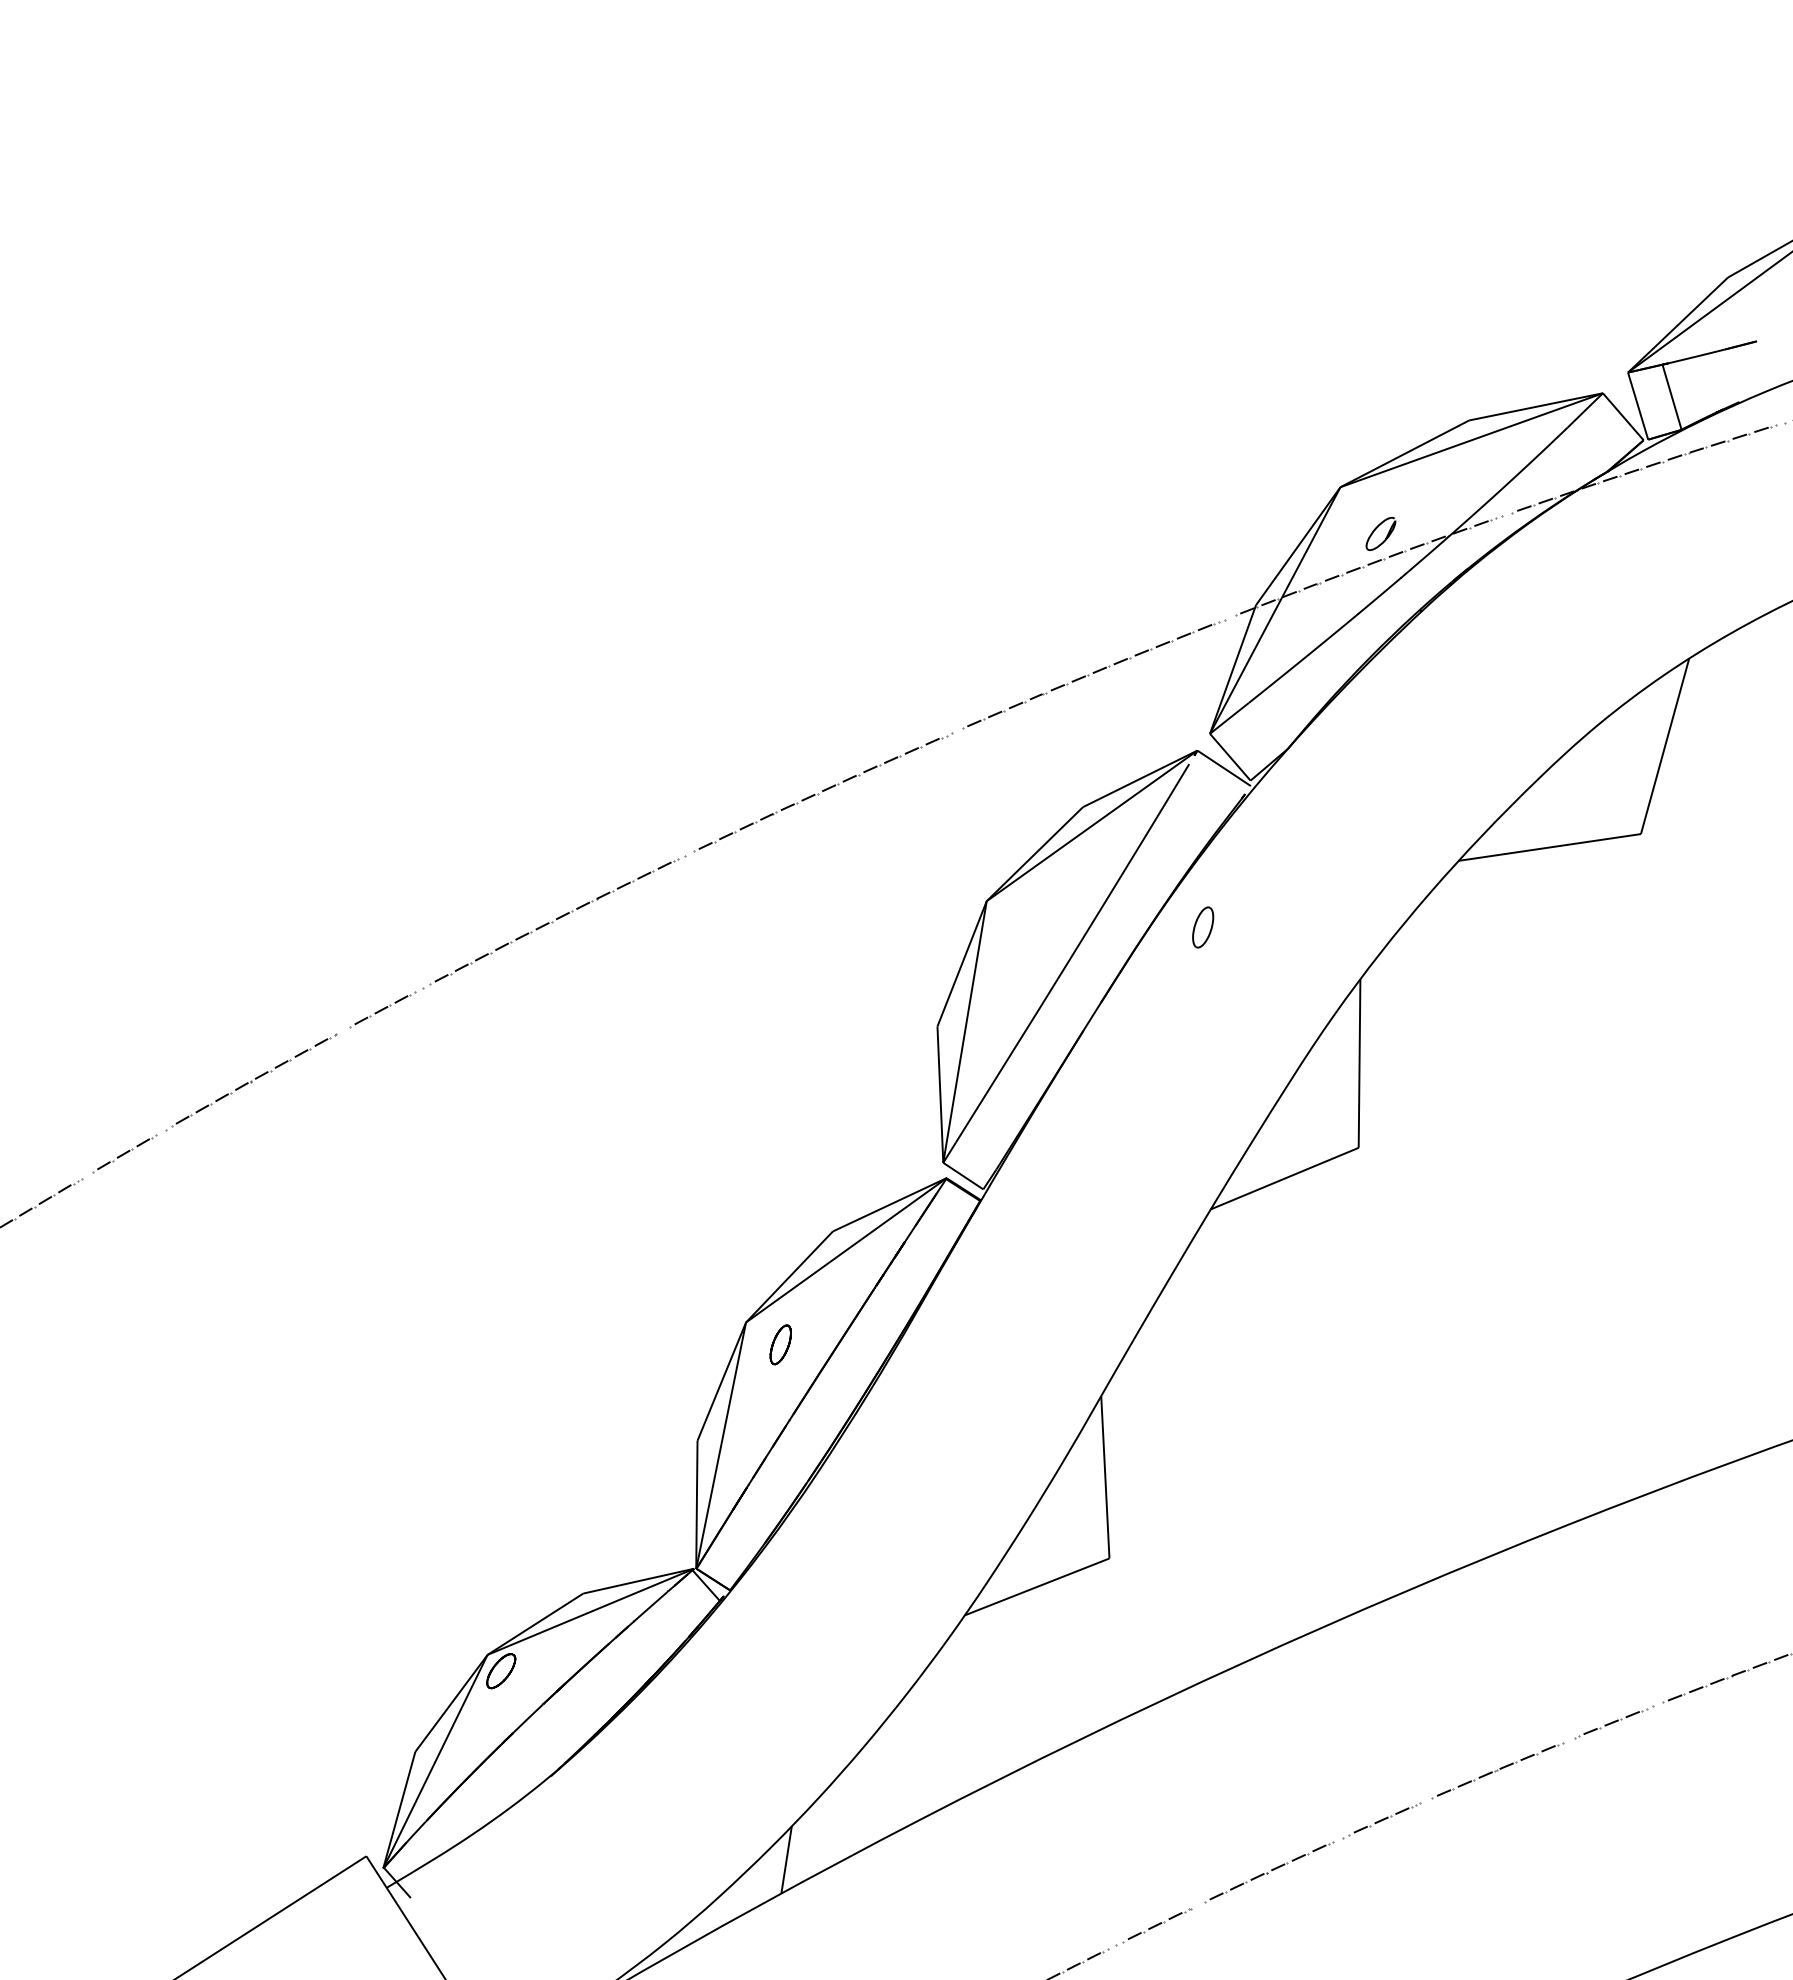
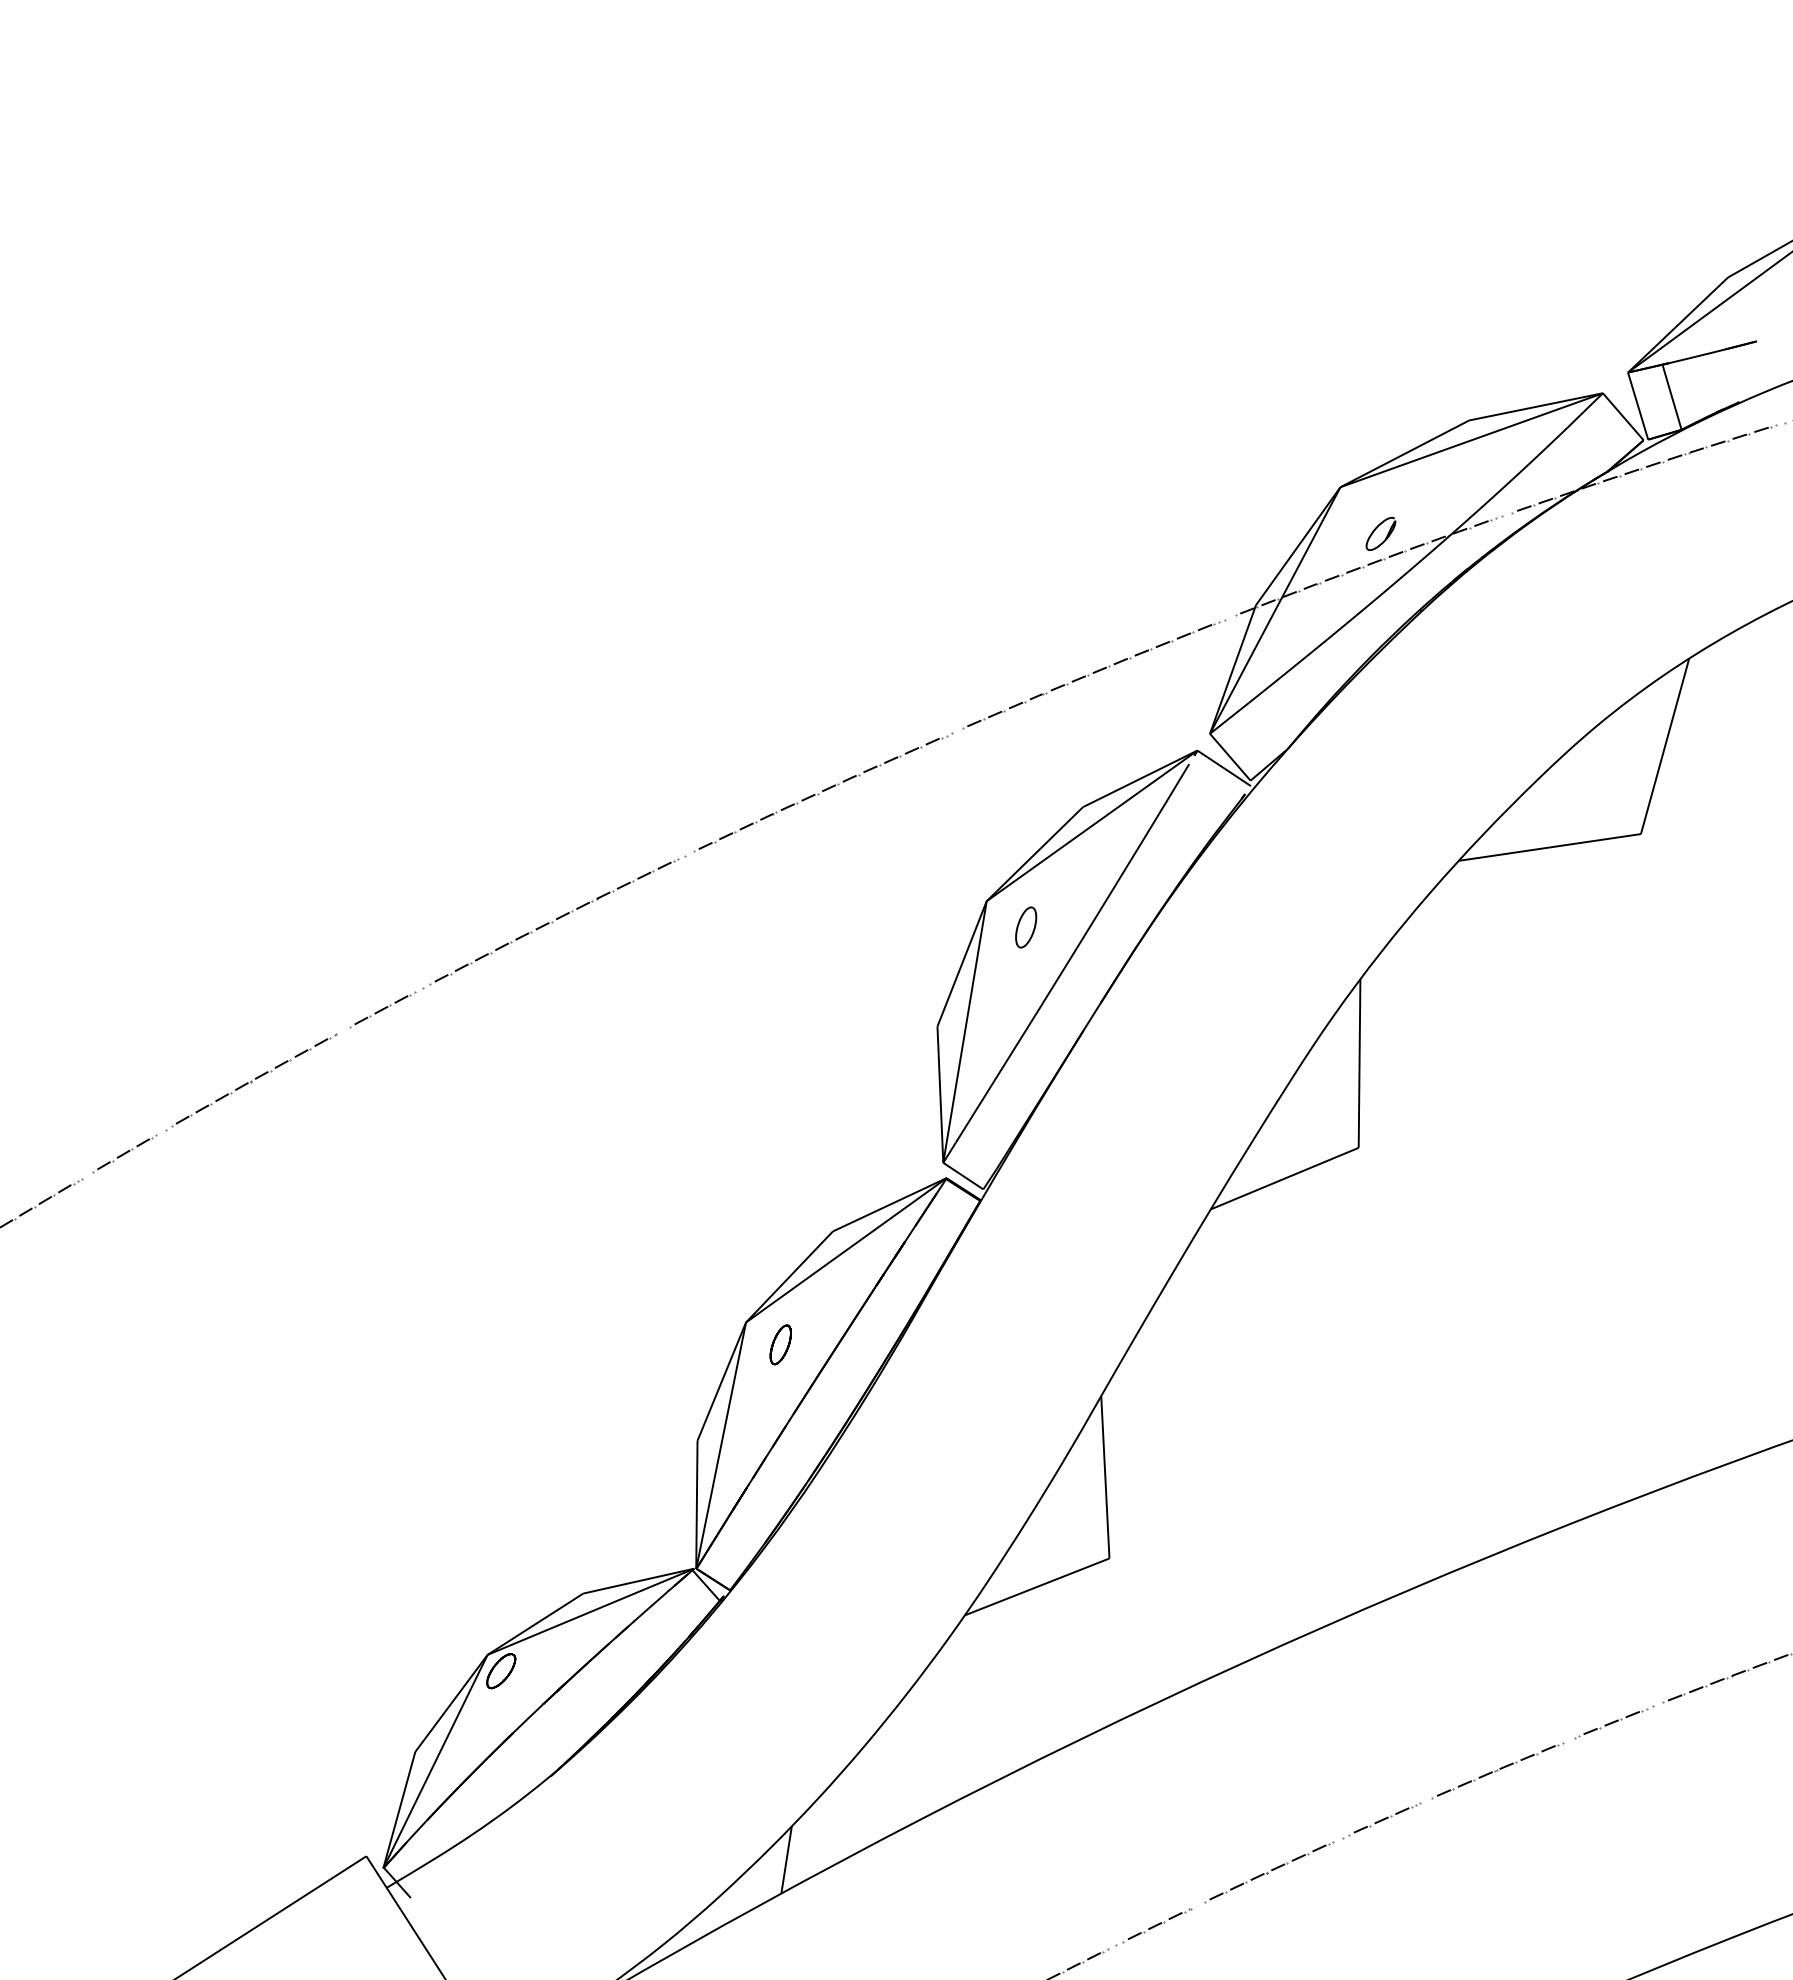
part at (1203, 927) position: (1203, 927) -> (1026, 927)
